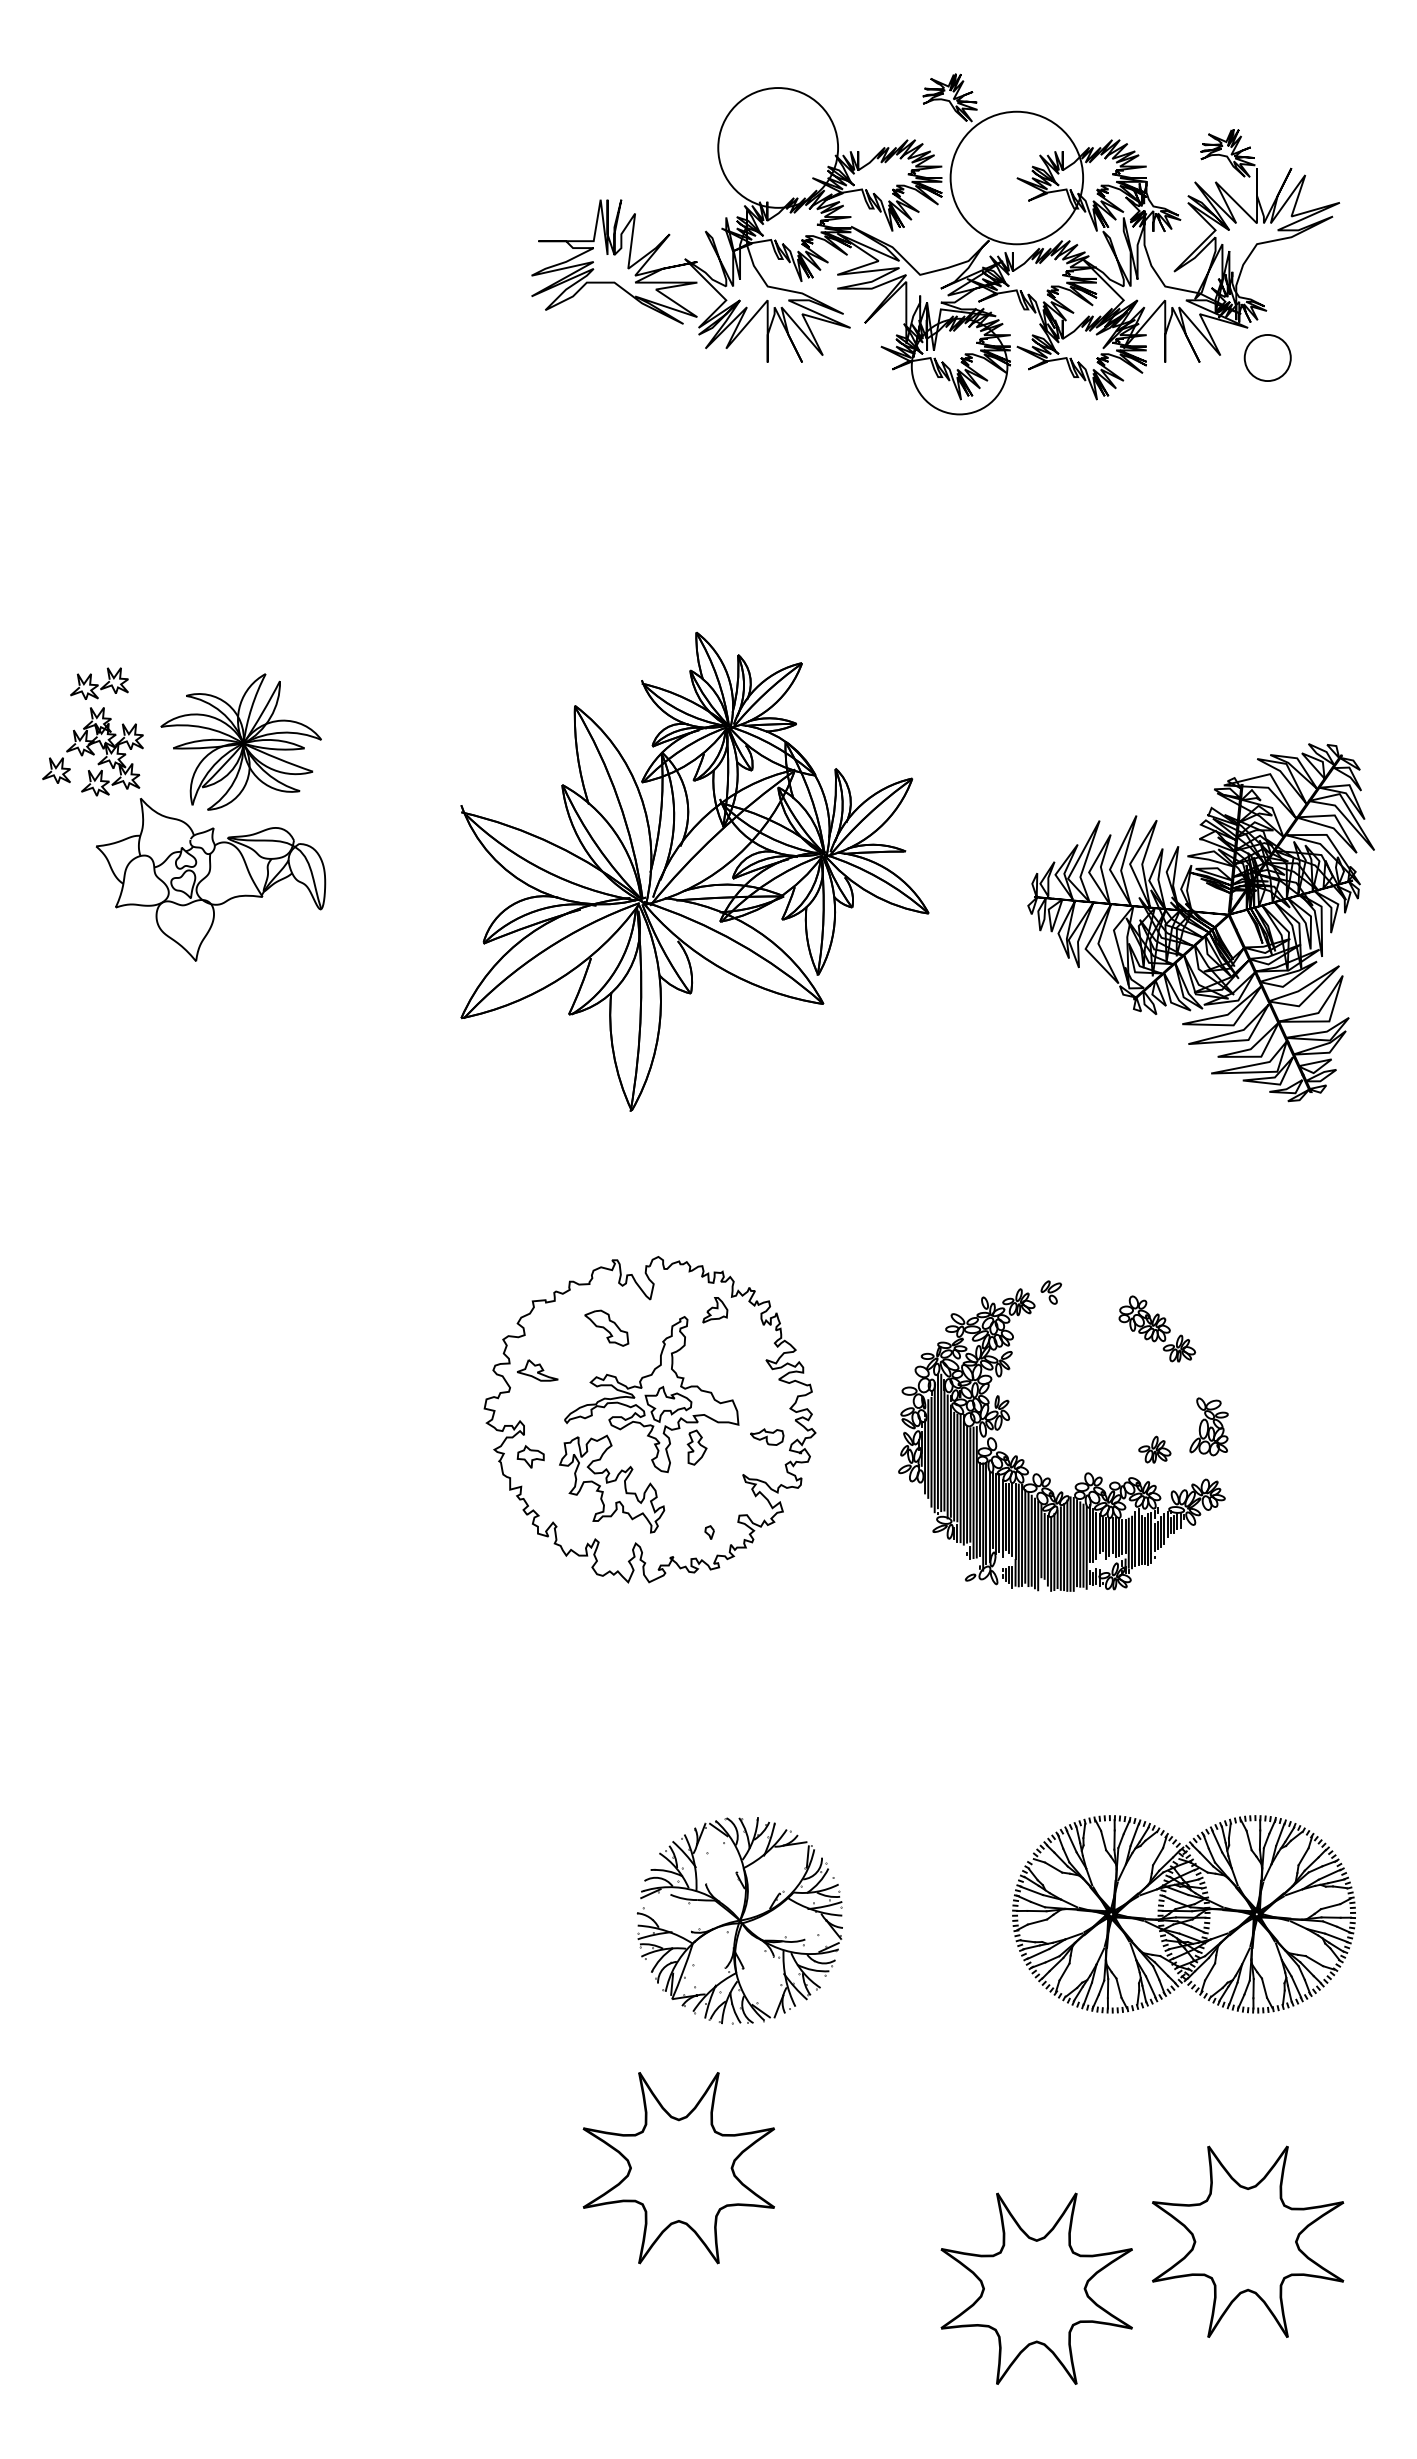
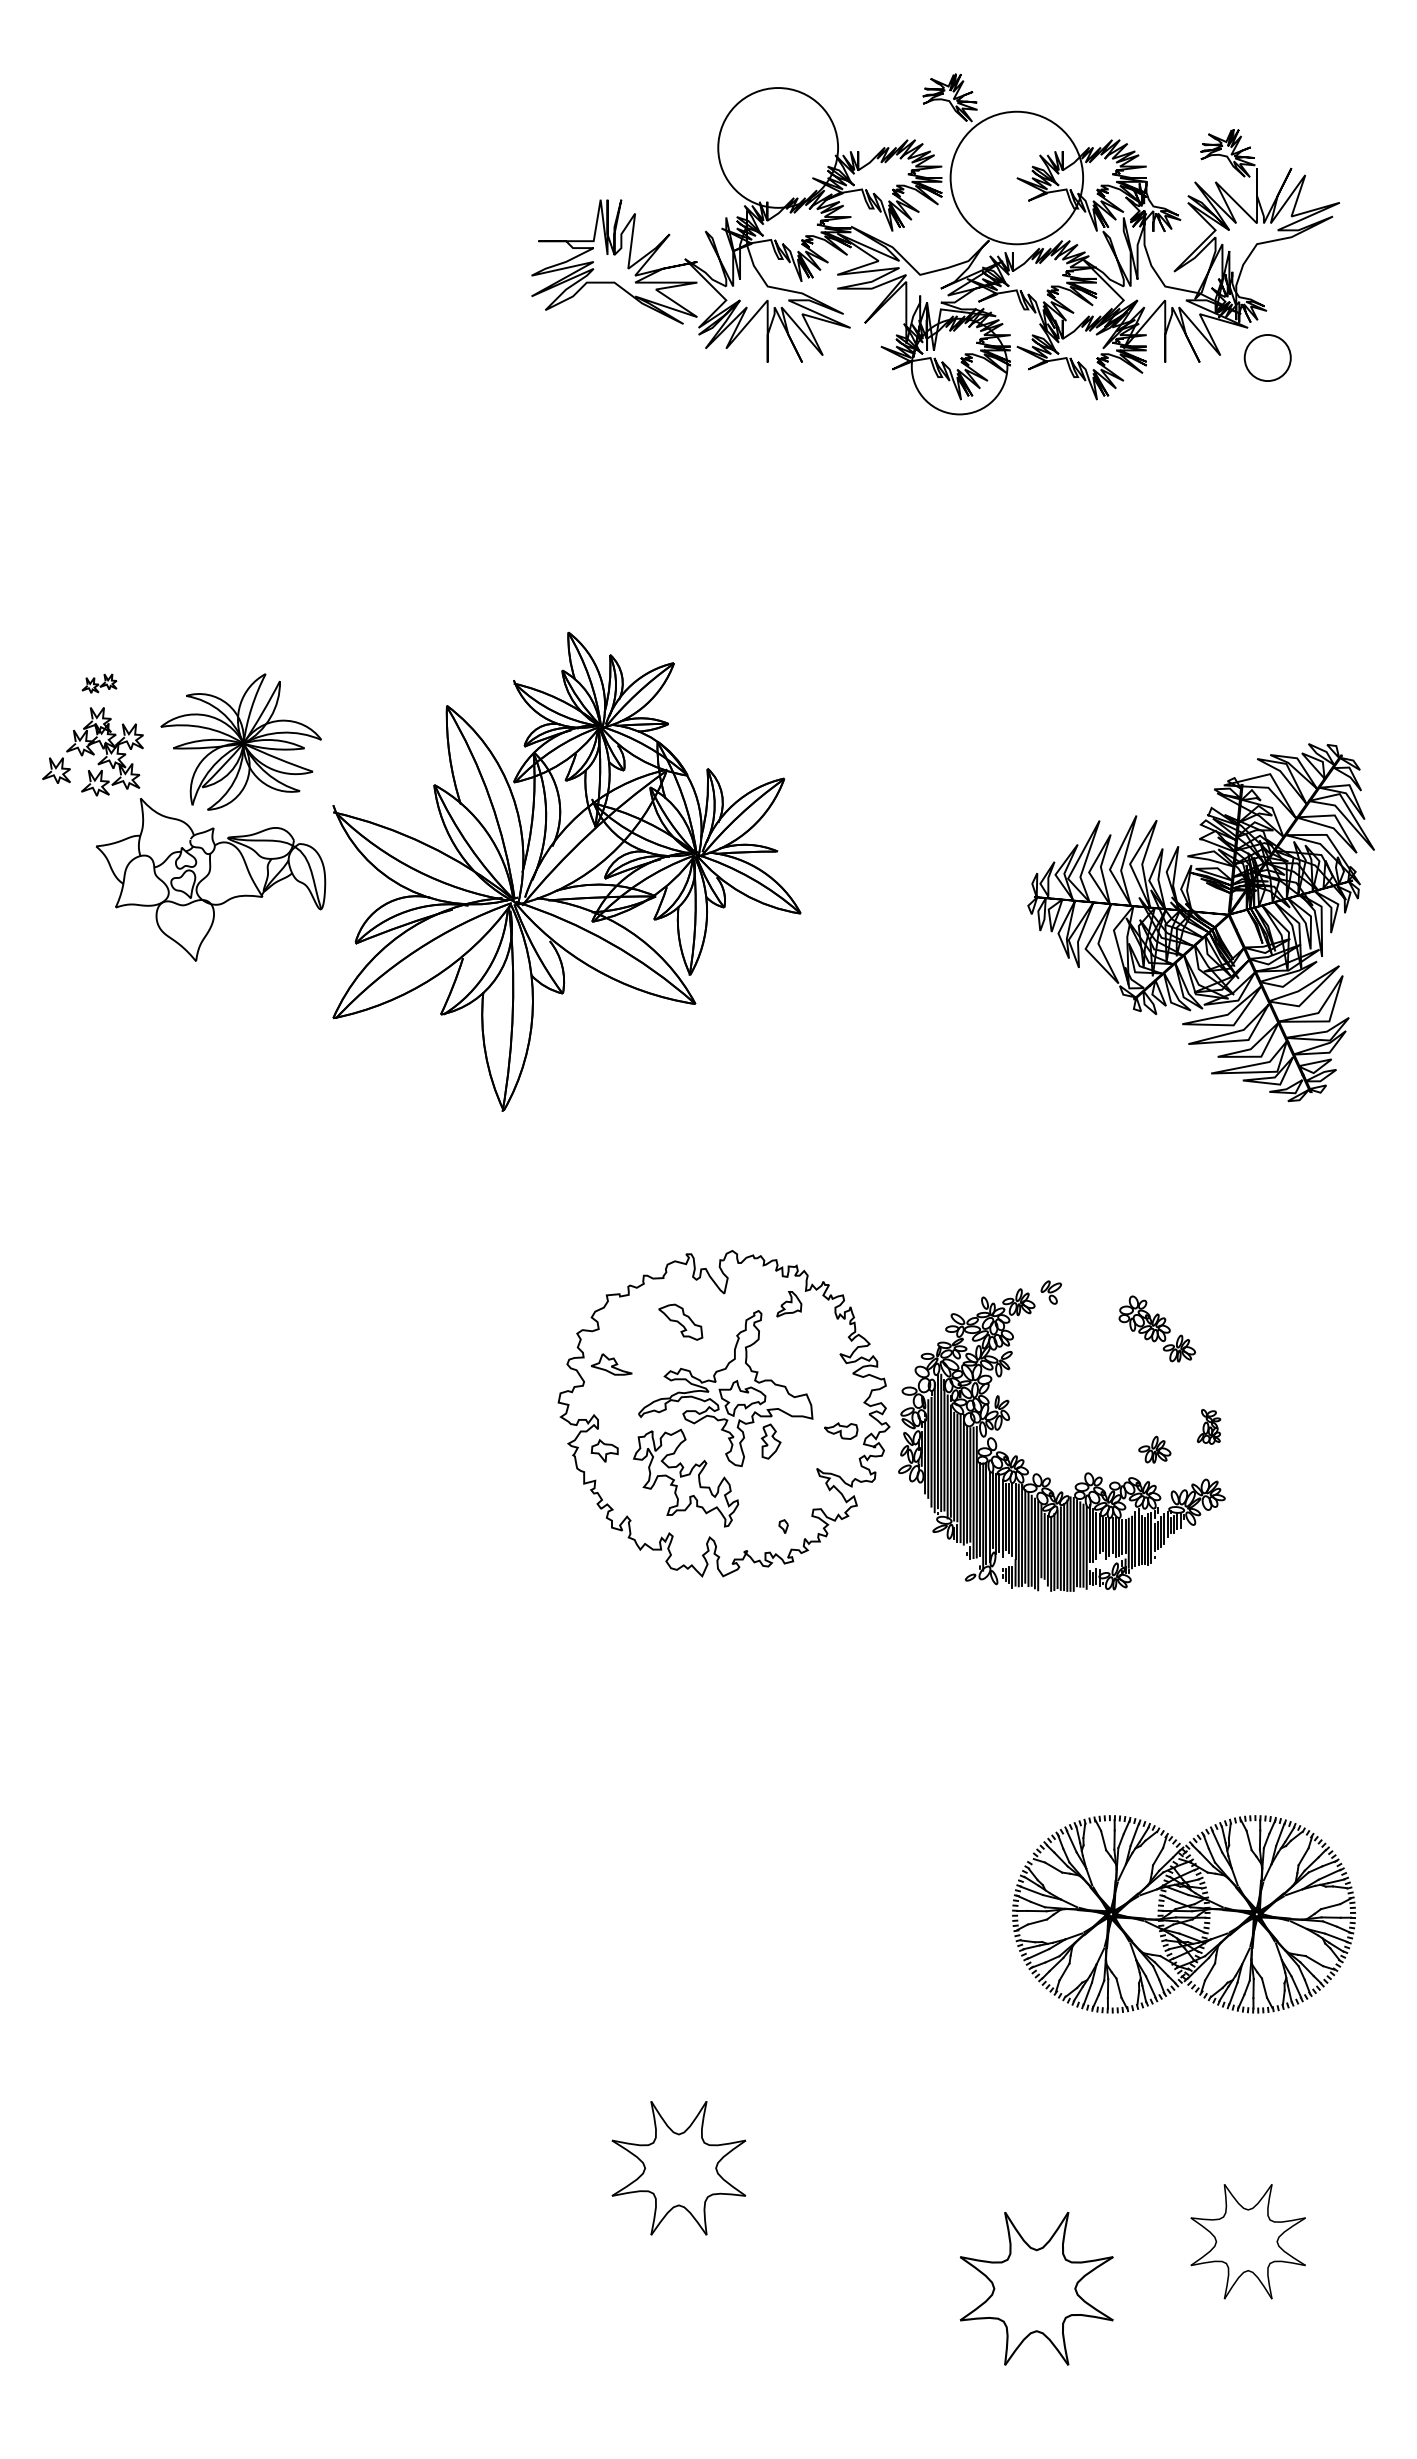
part at (99, 683) size: 59x33 px -> 37x21 px
part at (694, 871) position: (694, 871) -> (566, 871)
part at (649, 1419) position: (649, 1419) -> (723, 1413)
part at (1208, 1426) size: 40x60 px -> 25x36 px
part at (739, 1920): present -> none
part at (678, 2168) size: 194x193 px -> 136x135 px
part at (1248, 2241) size: 193x193 px -> 116x116 px
part at (1036, 2288) size: 193x193 px -> 155x154 px
